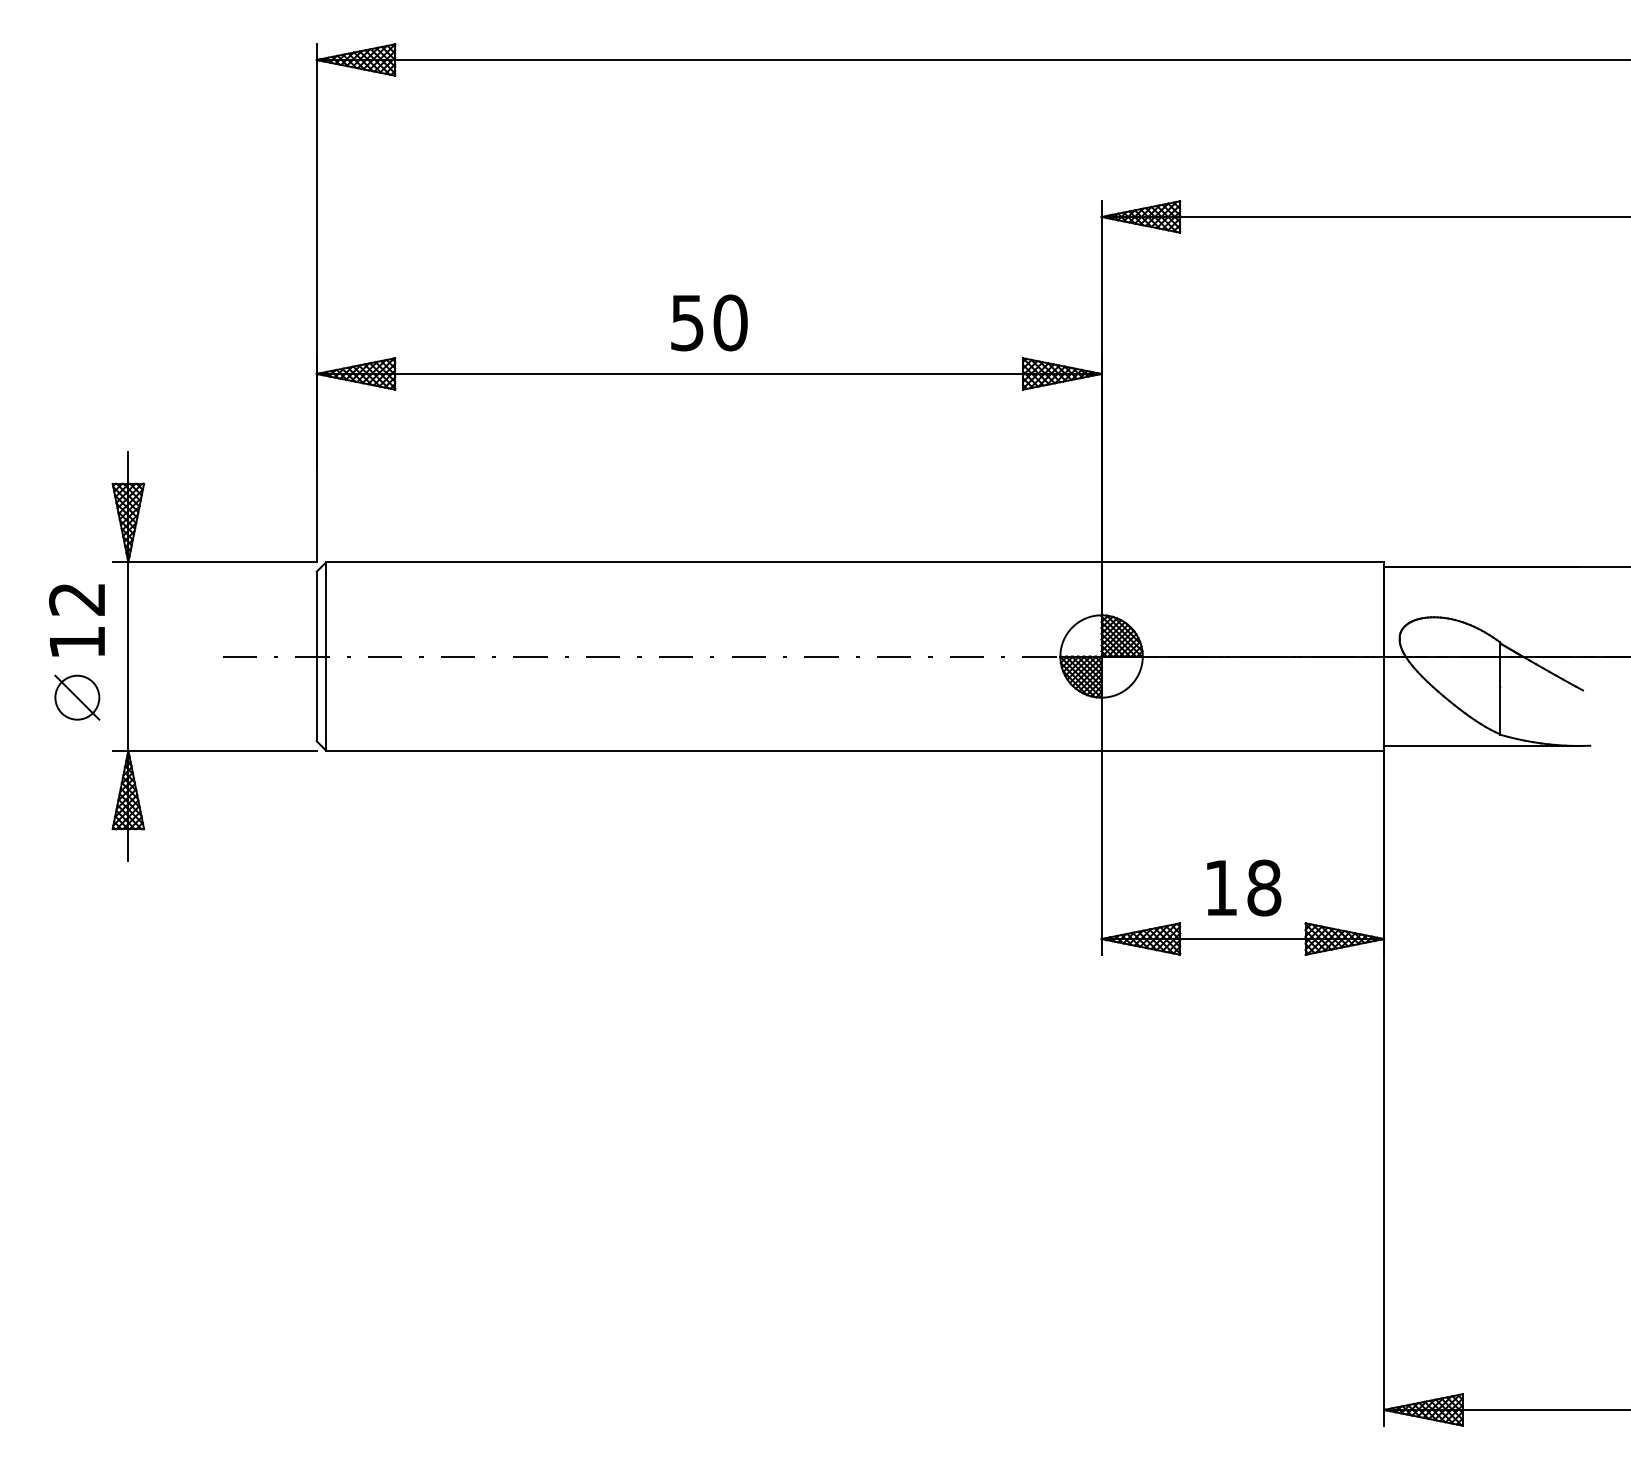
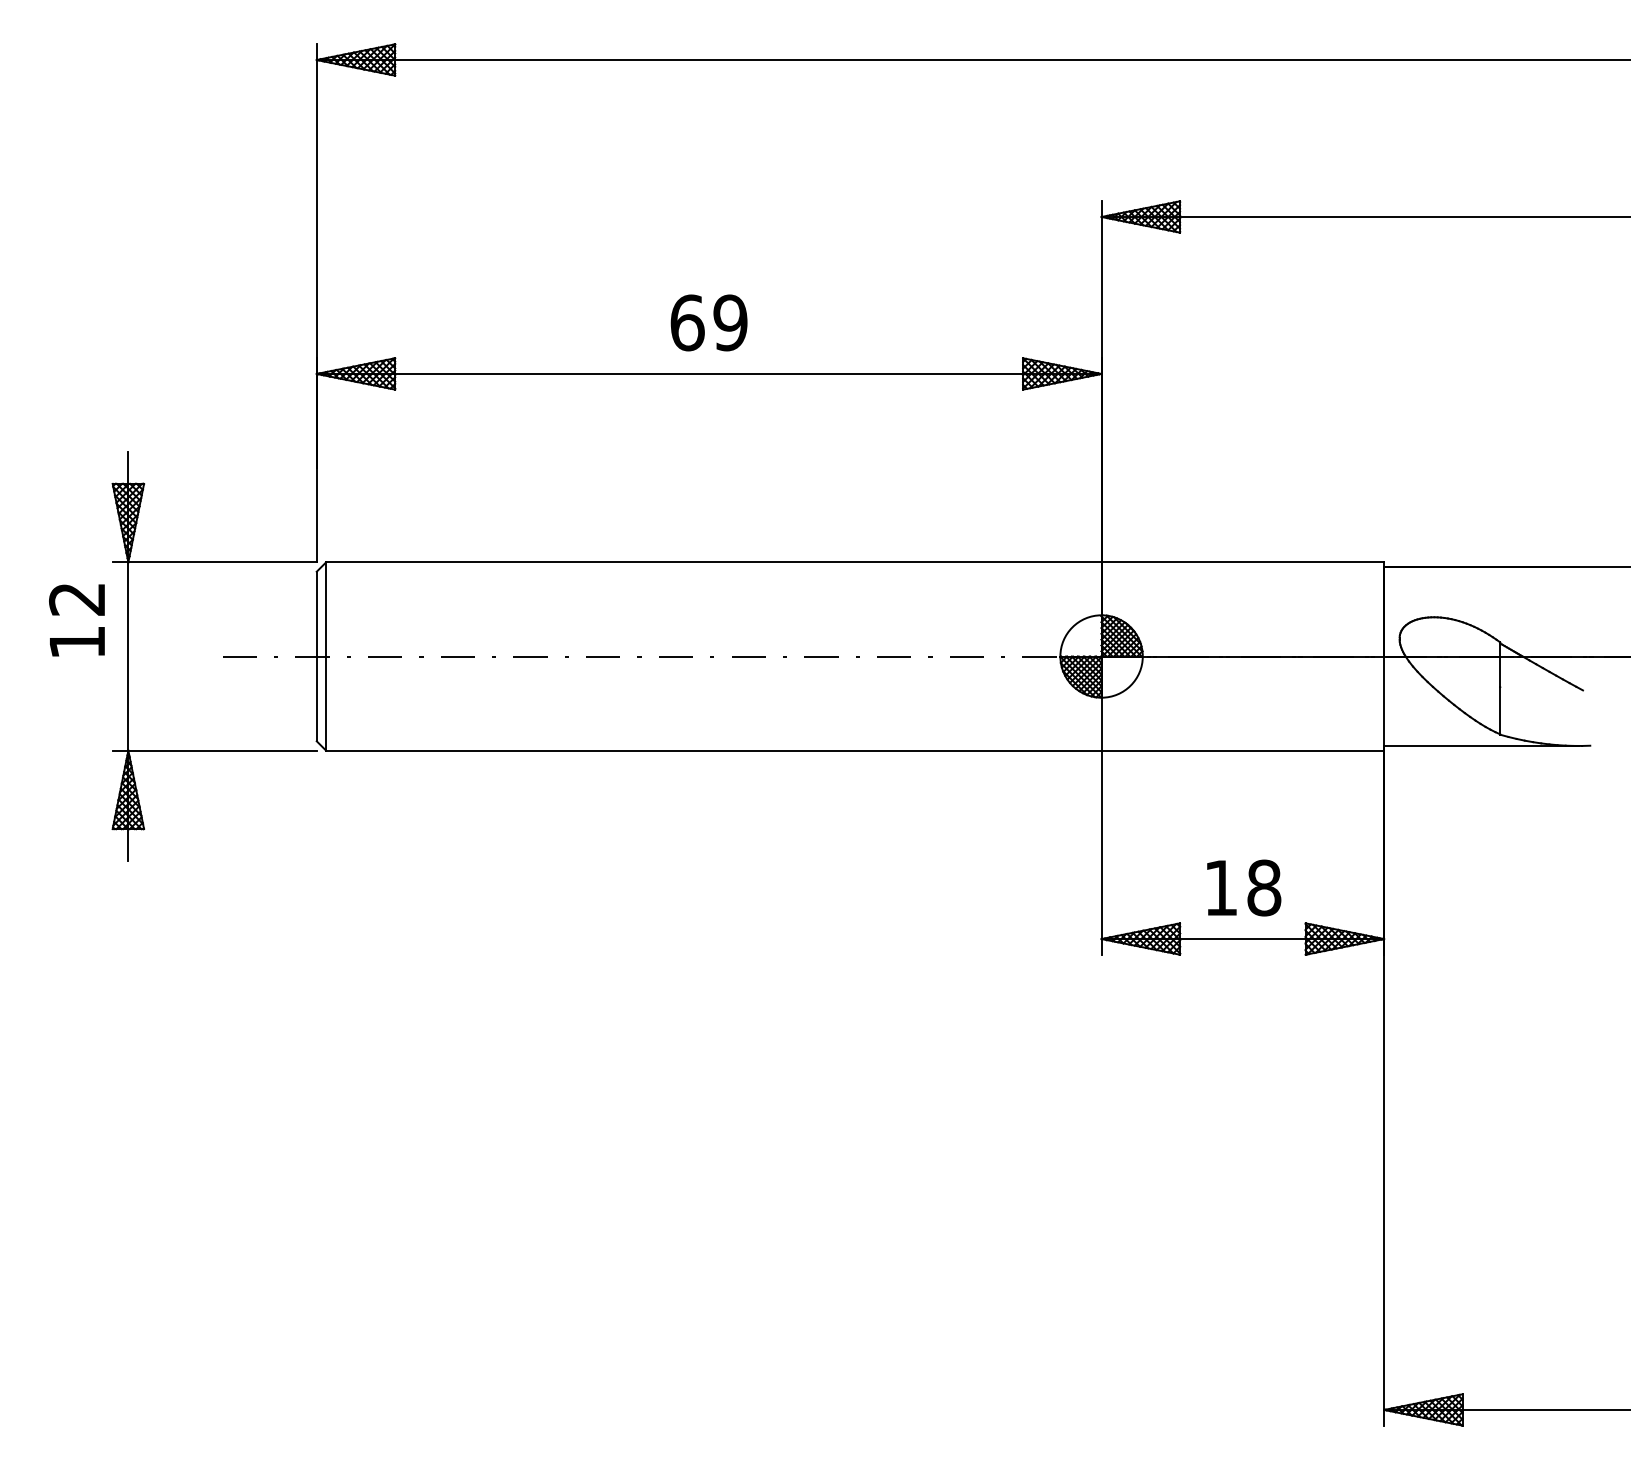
text at (708, 322): 50 -> 69
part at (77, 697): present -> none
